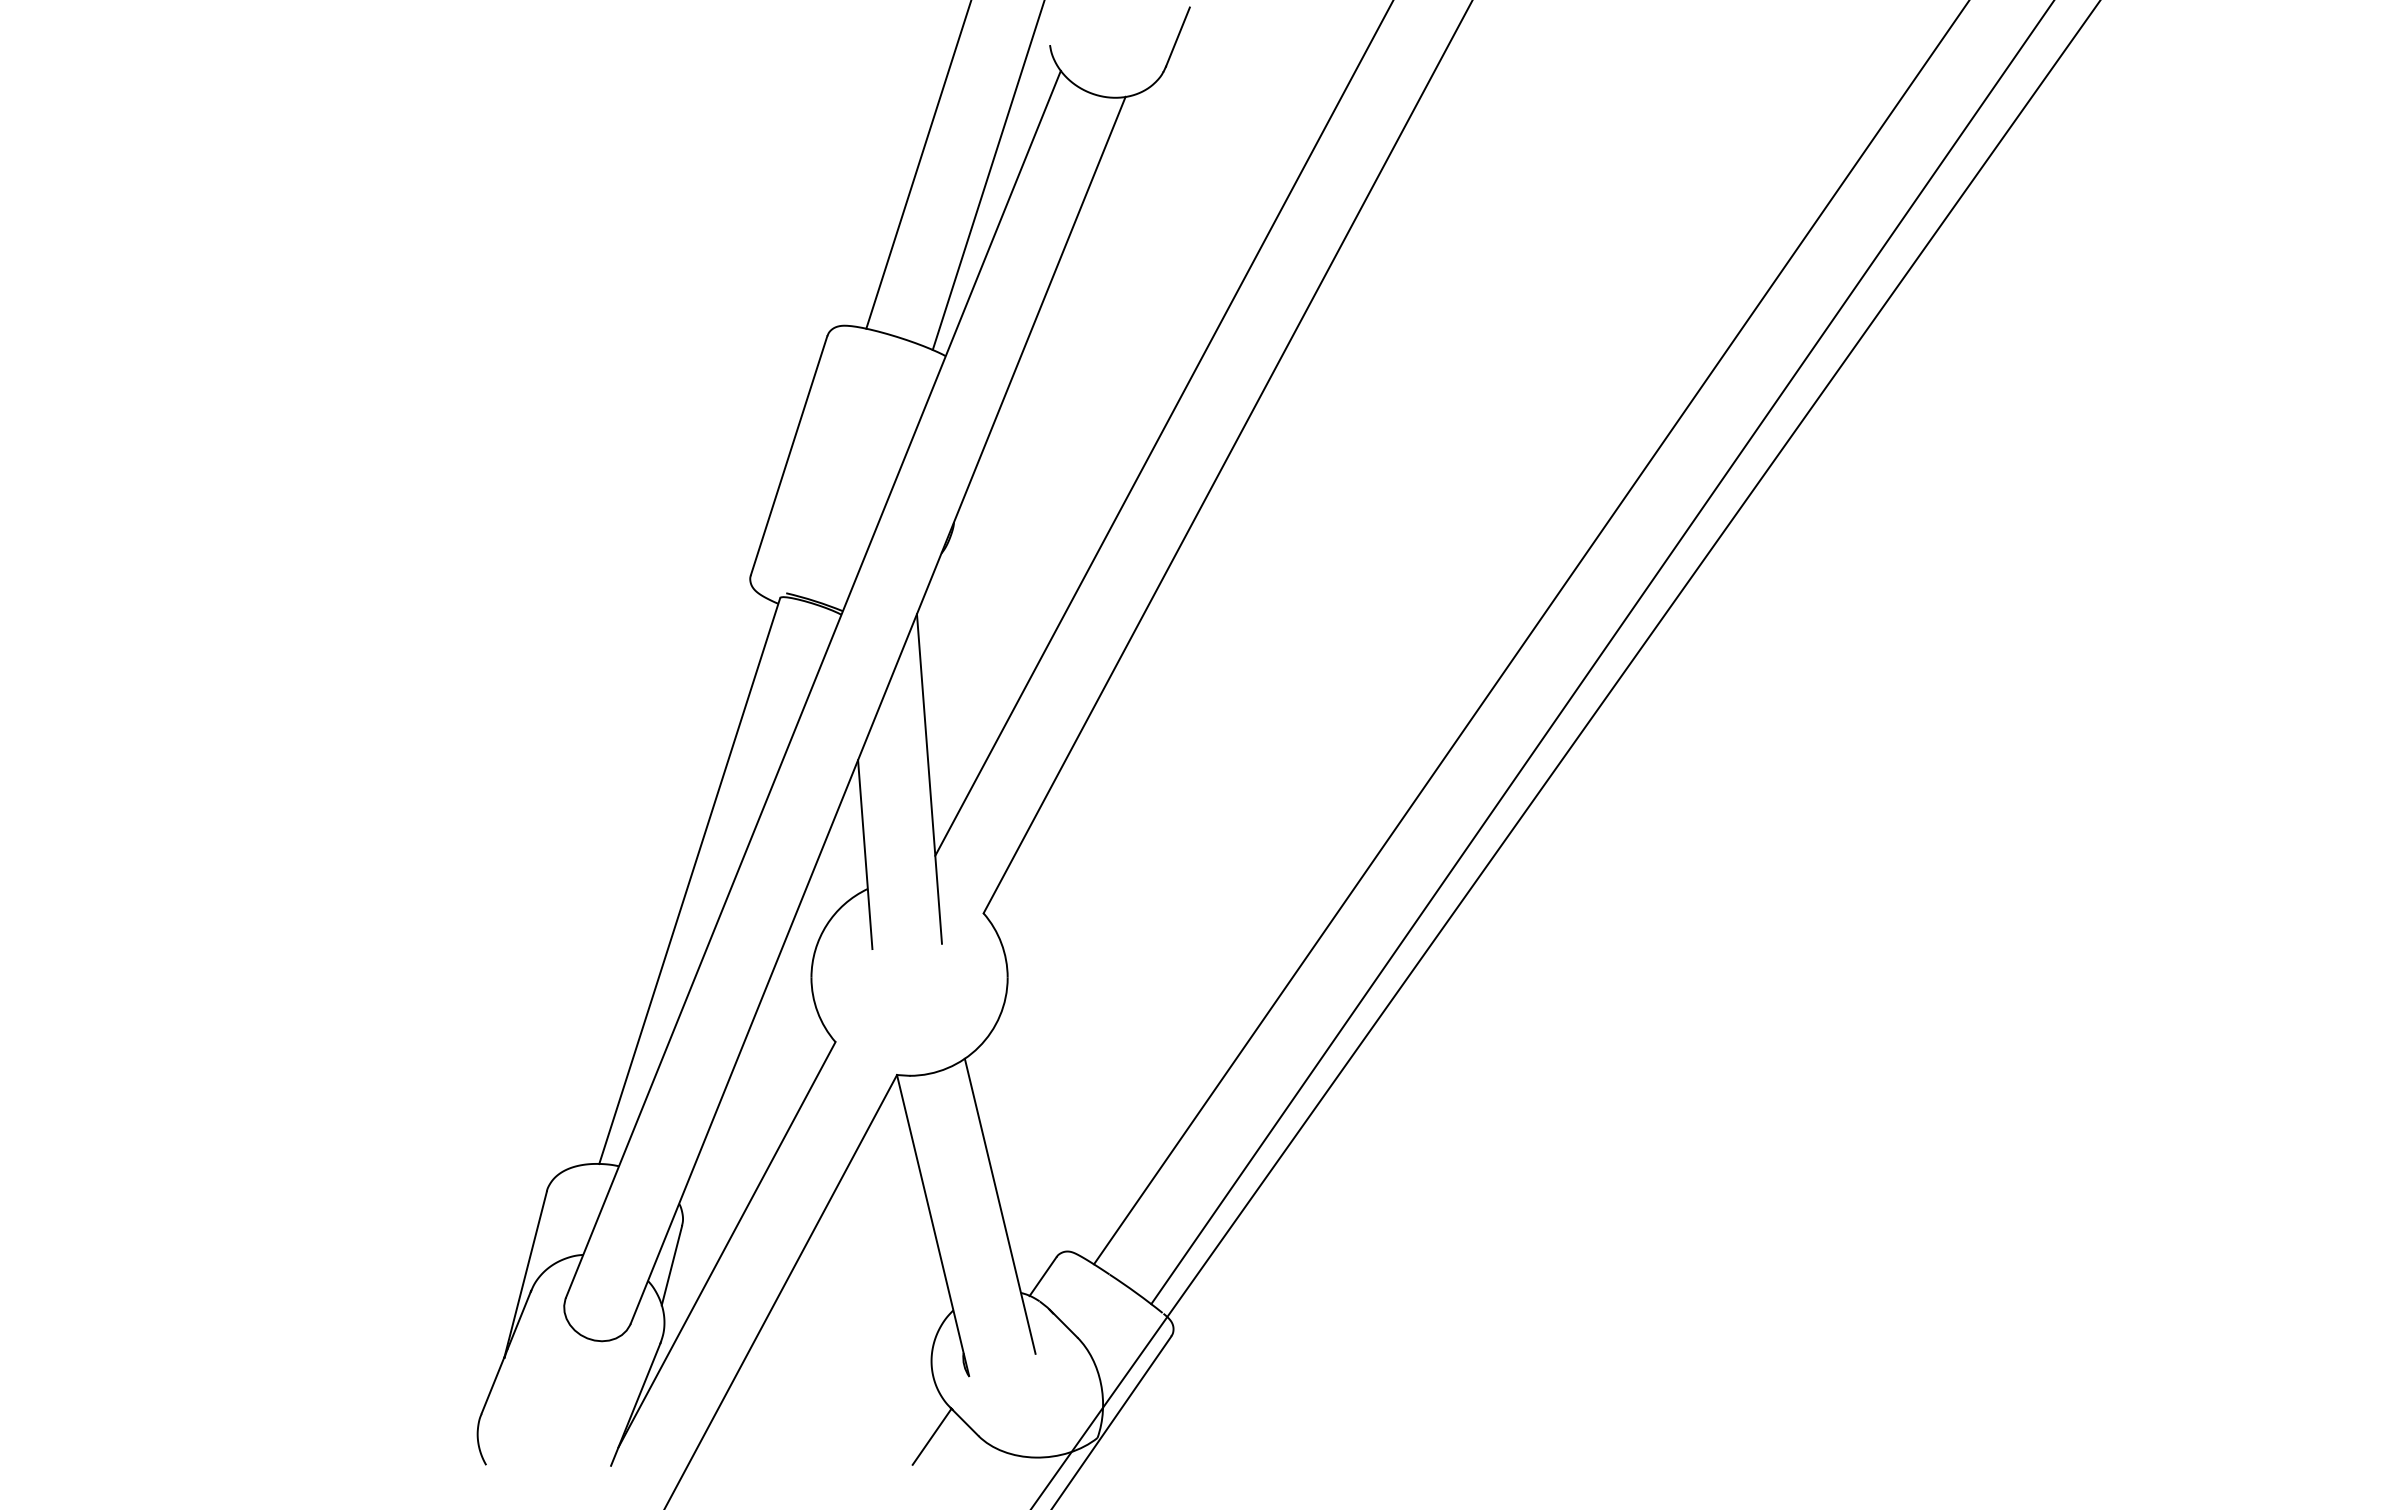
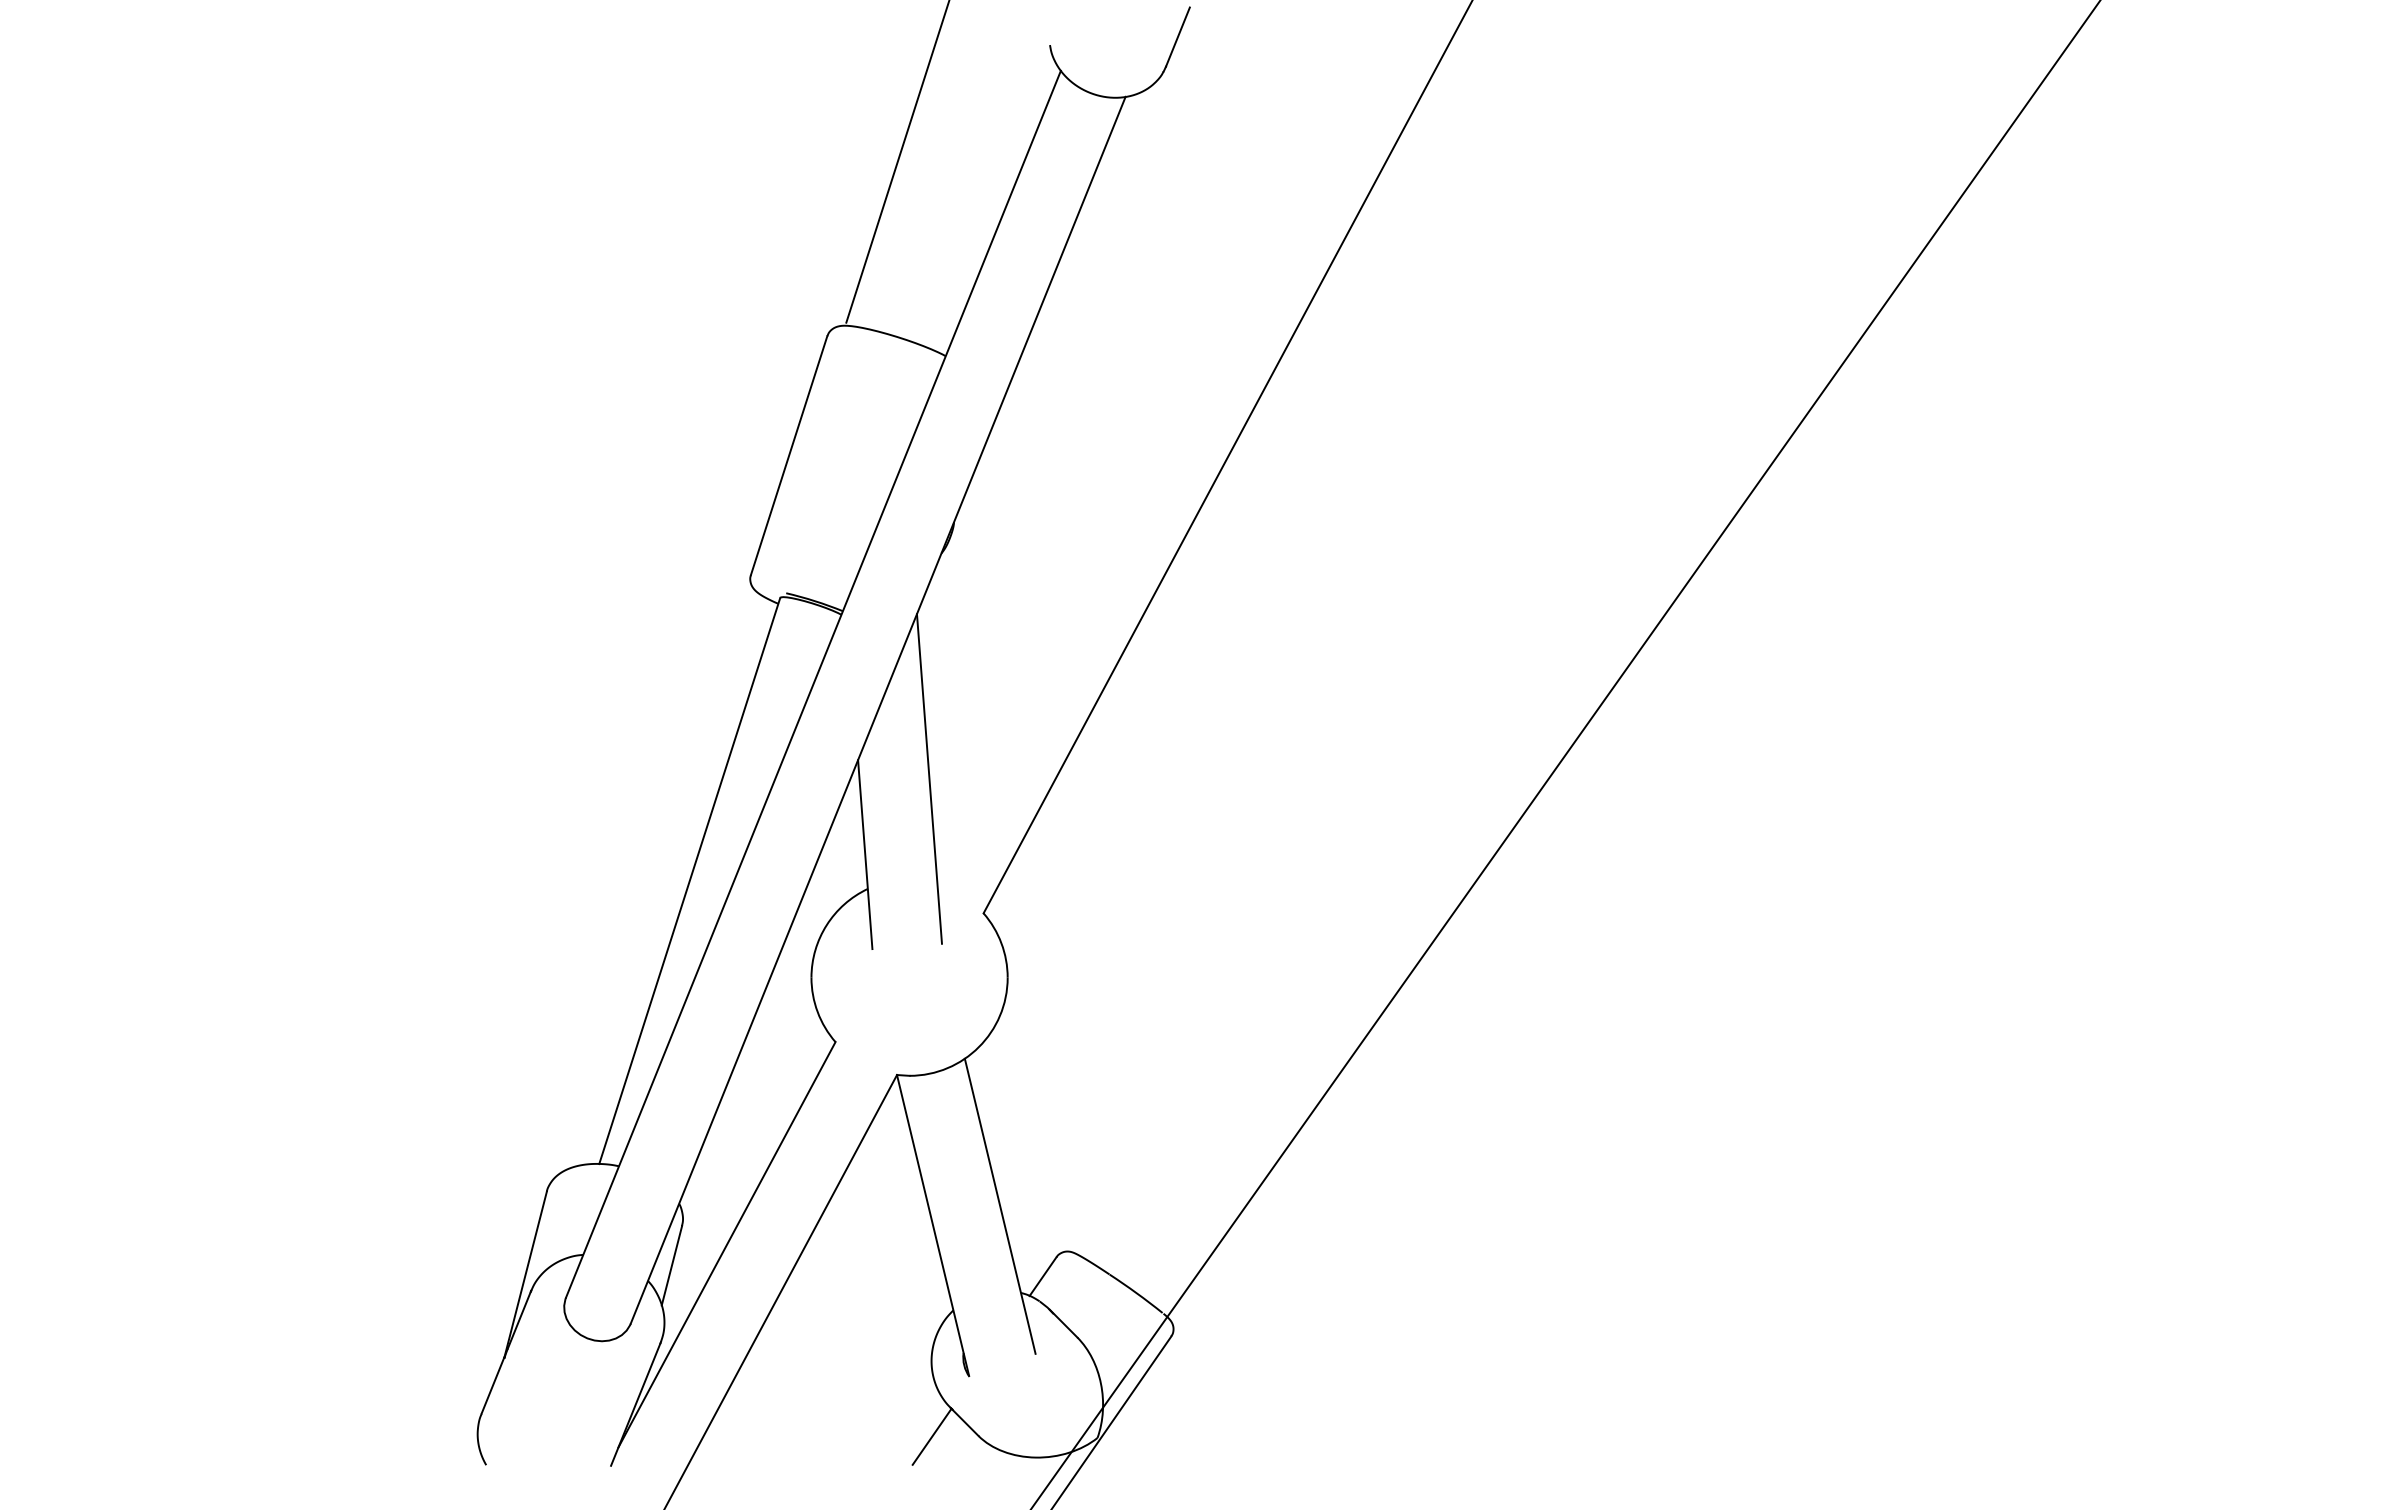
line at (918, 165) position: (918, 165) -> (897, 162)
line at (987, 175): present -> none
line at (1163, 428): present -> none
line at (1531, 633): present -> none
line at (1601, 653): present -> none
